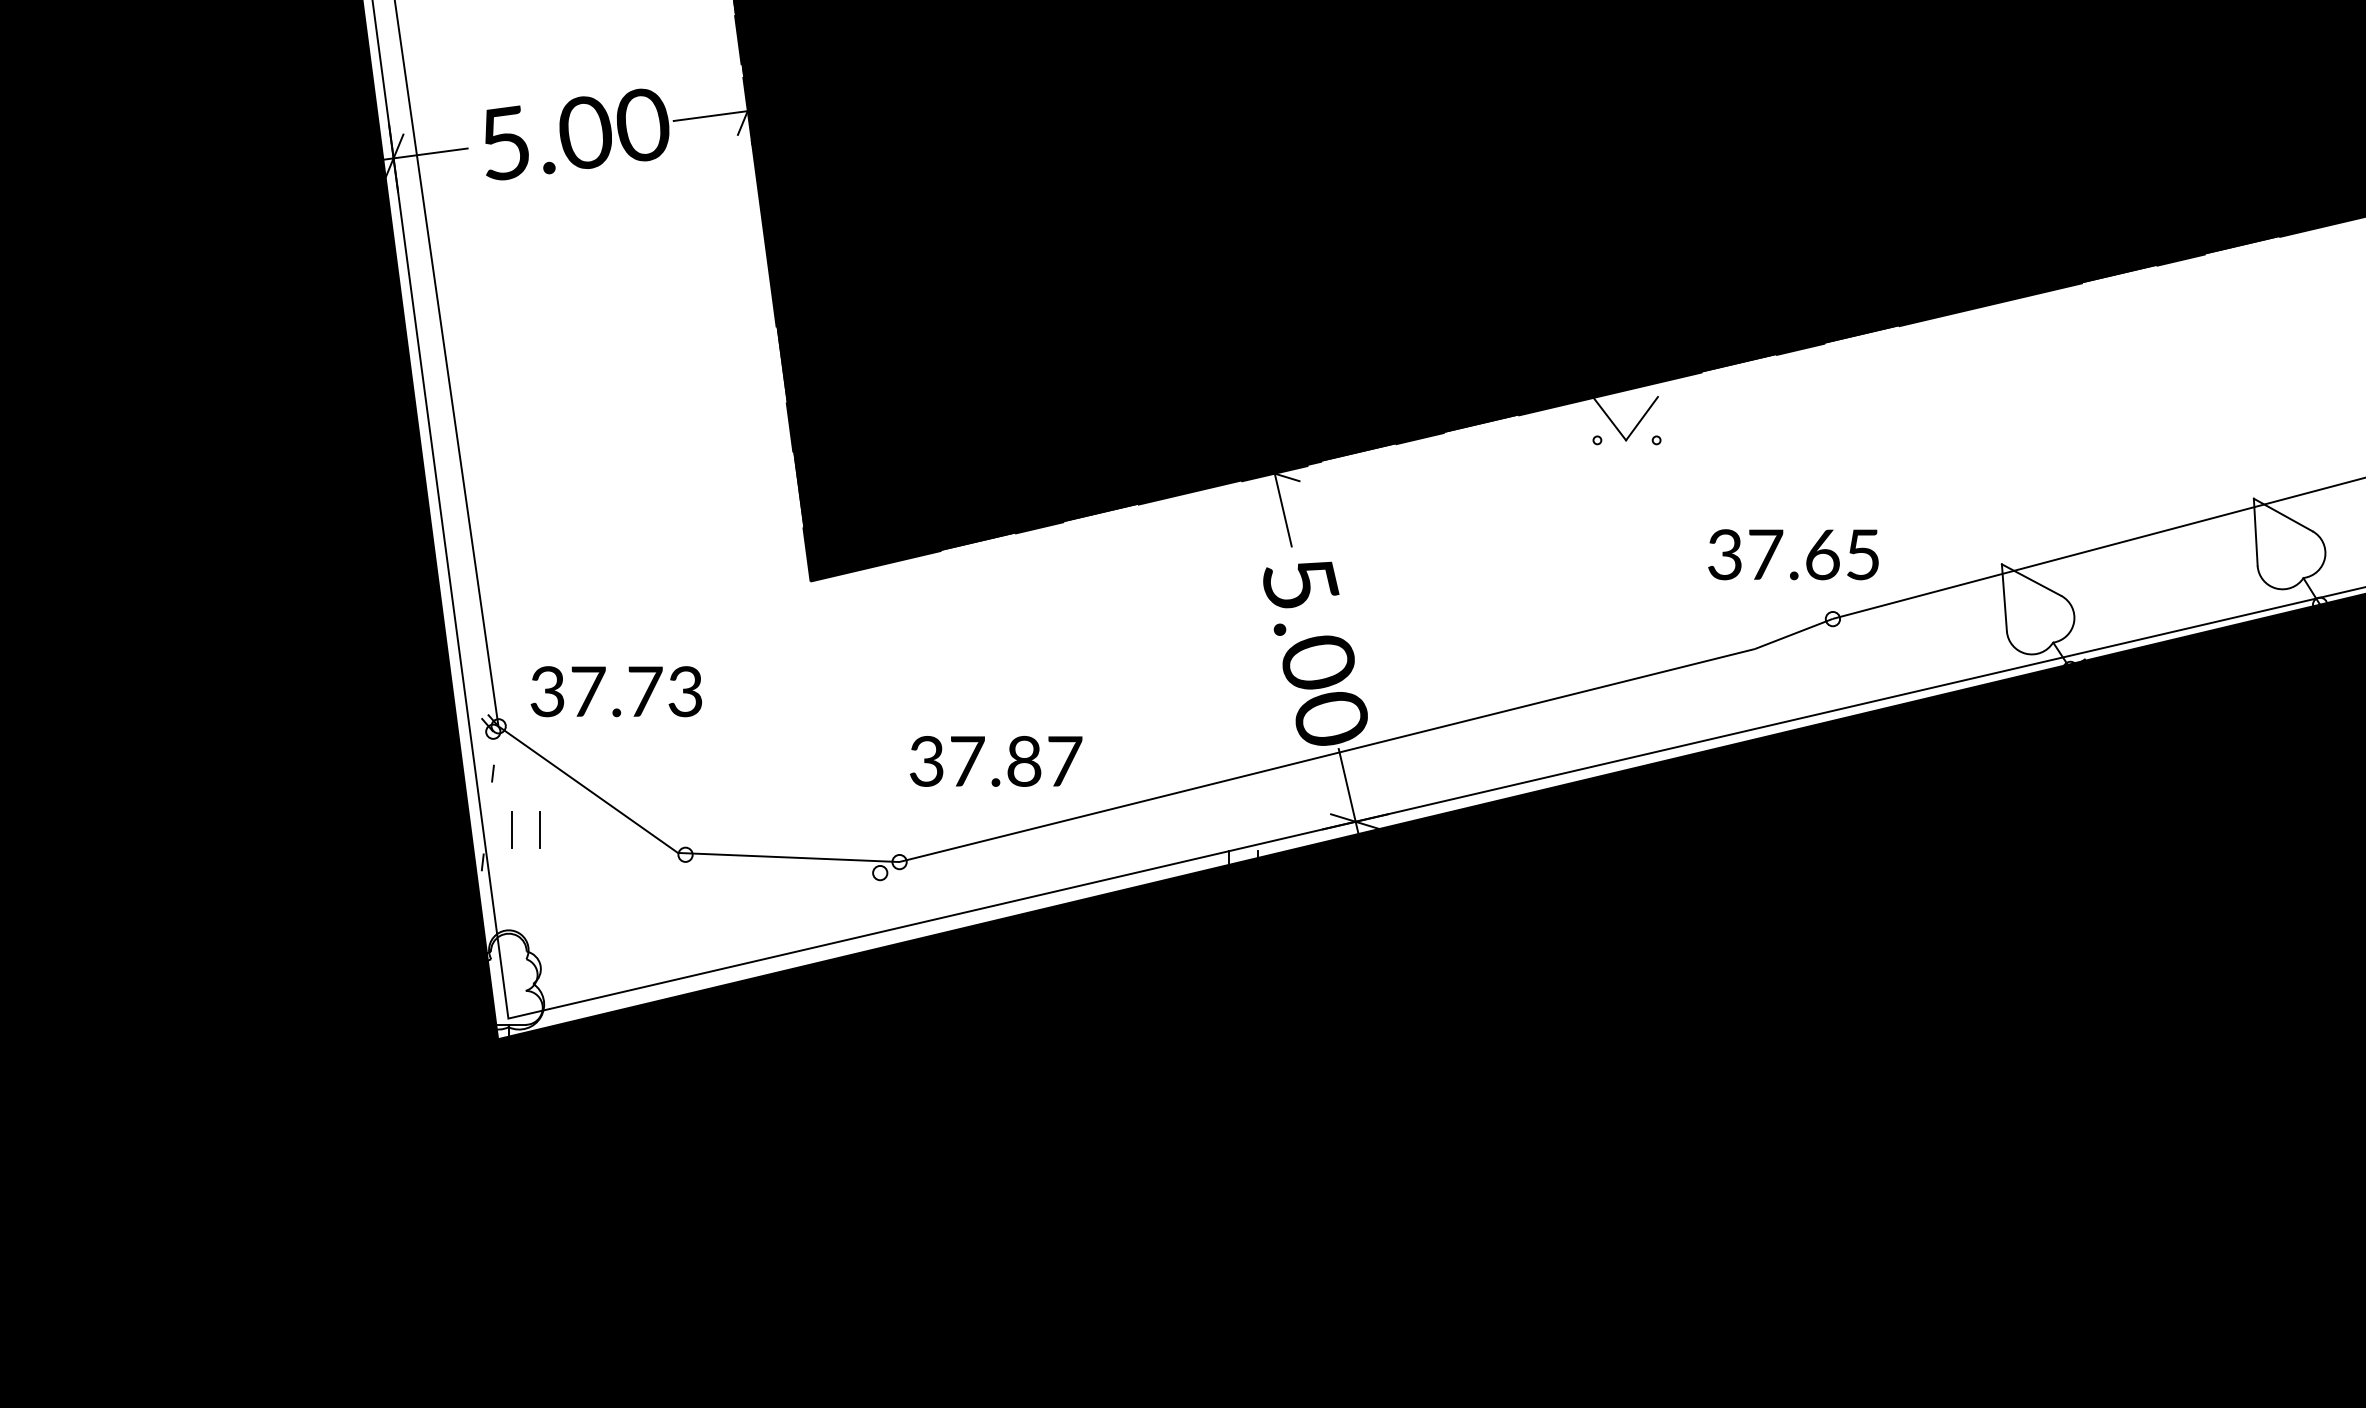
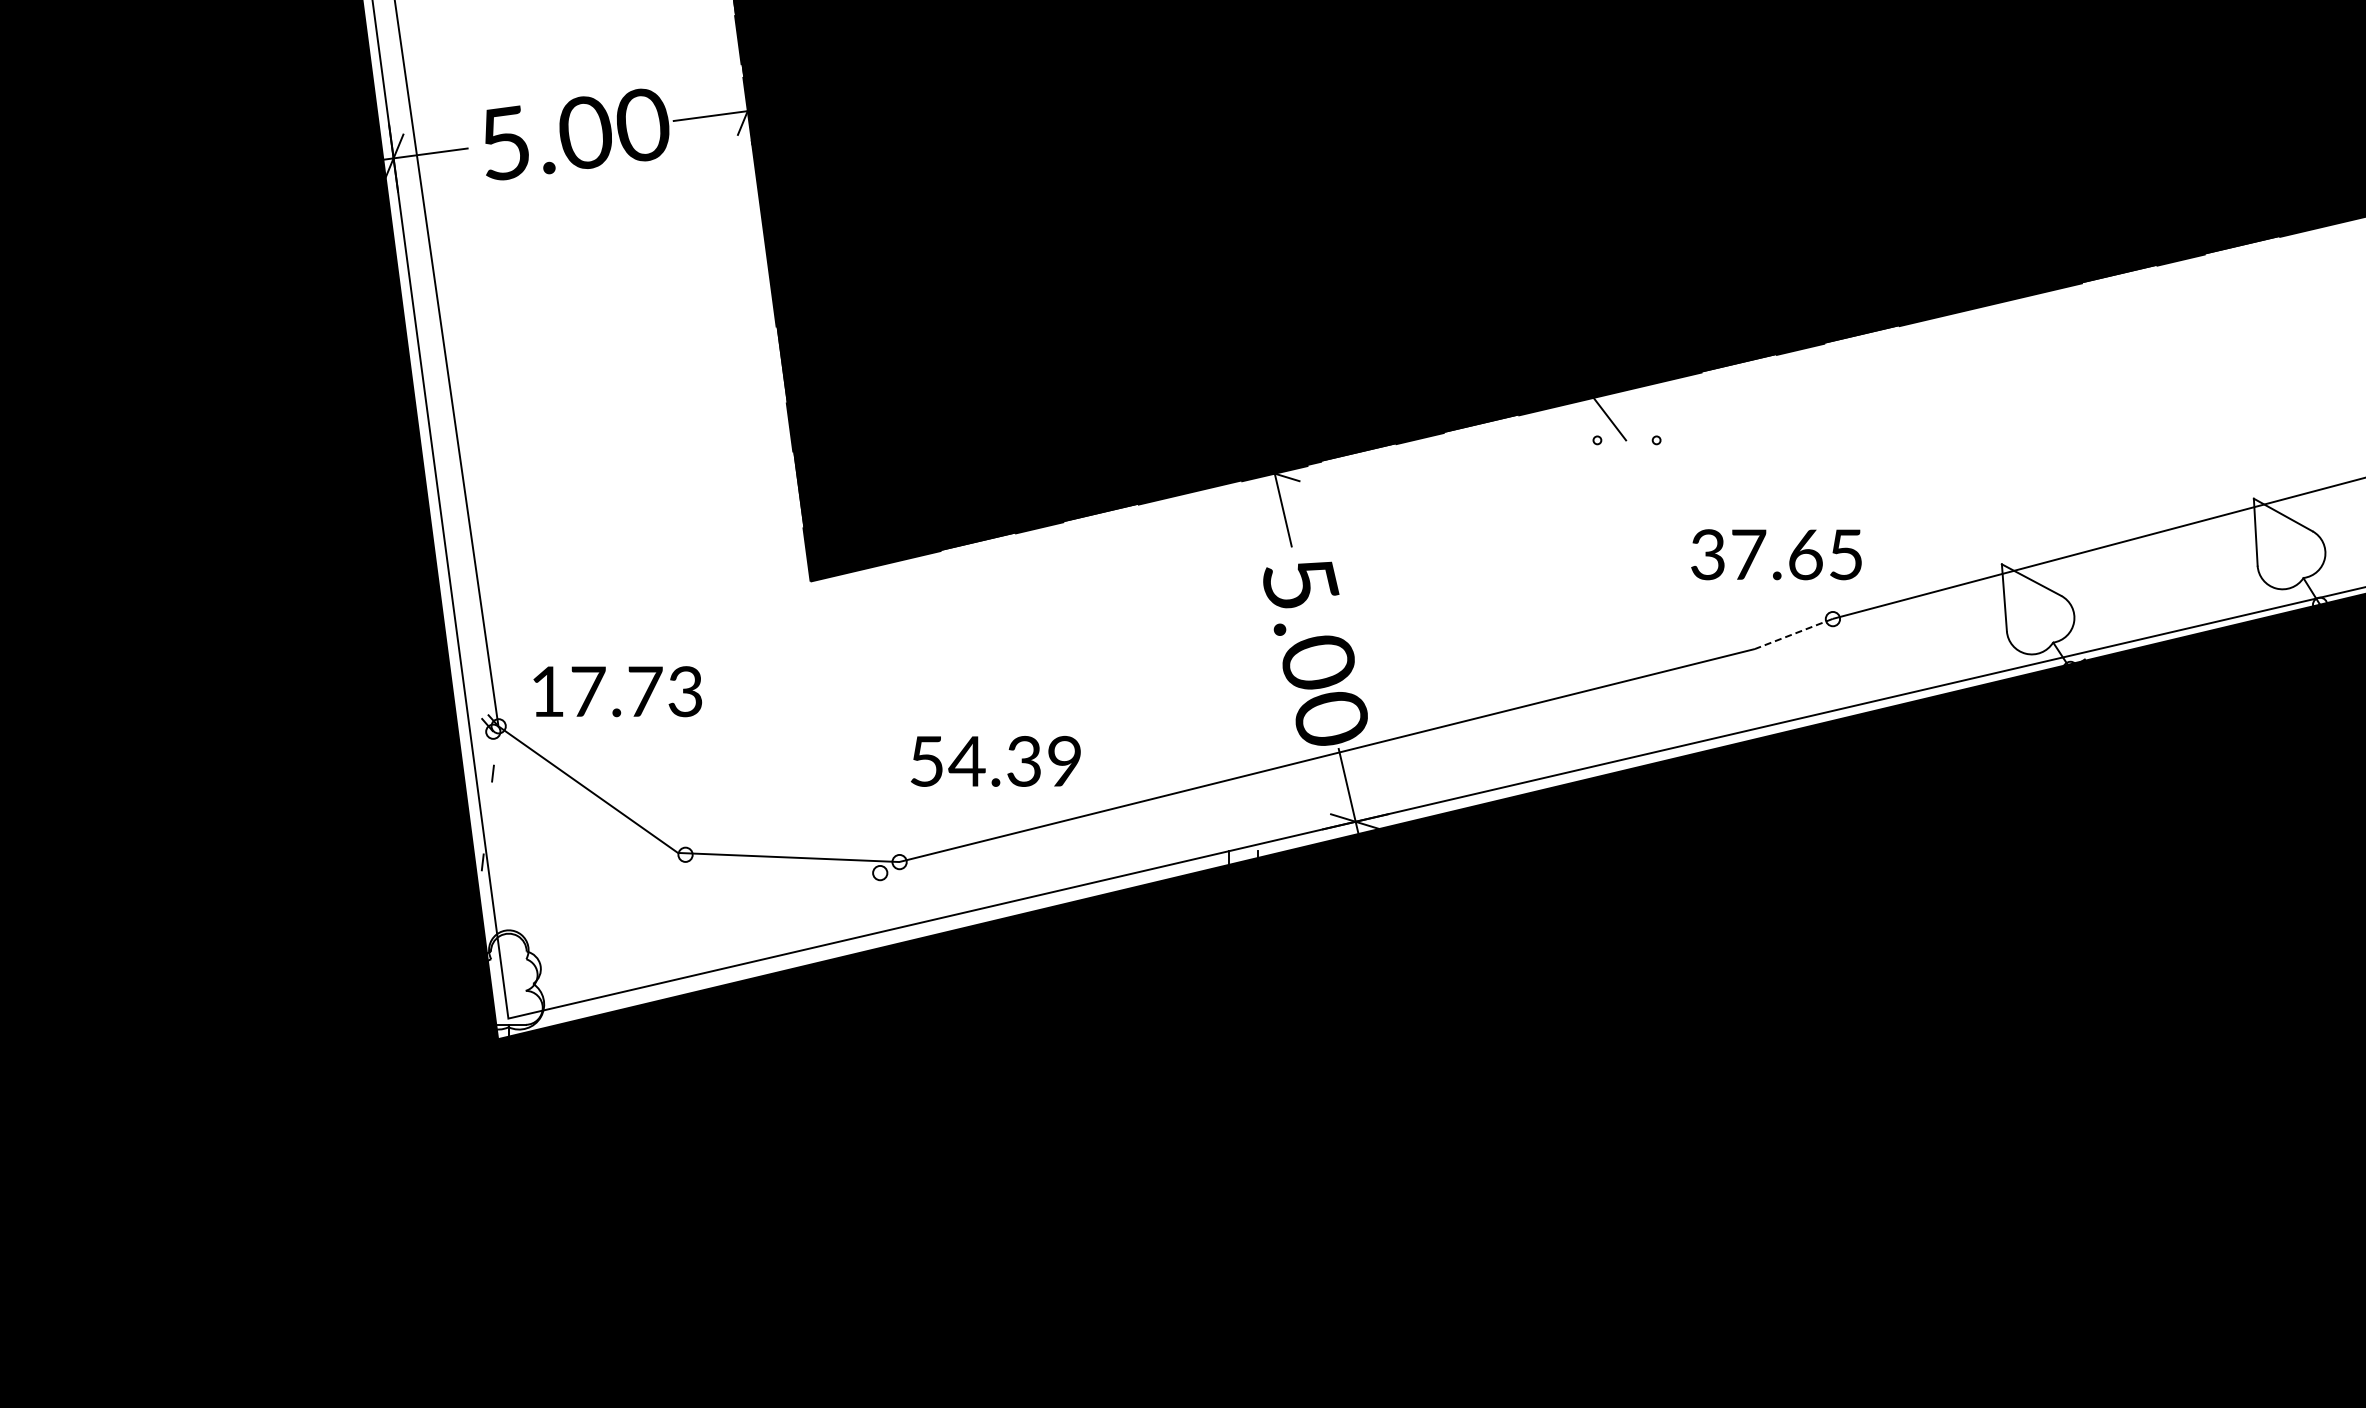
line at (1641, 418): present -> none
text at (1793, 554) position: (1793, 554) -> (1776, 554)
line at (1793, 633): solid -> dashed
text at (547, 691): 37.73 -> 17.73
text at (996, 760): 37.87 -> 54.39
line at (511, 829): present -> none
line at (540, 829): present -> none
